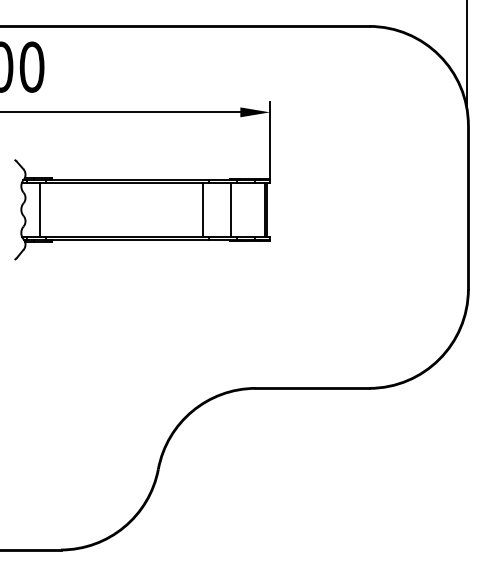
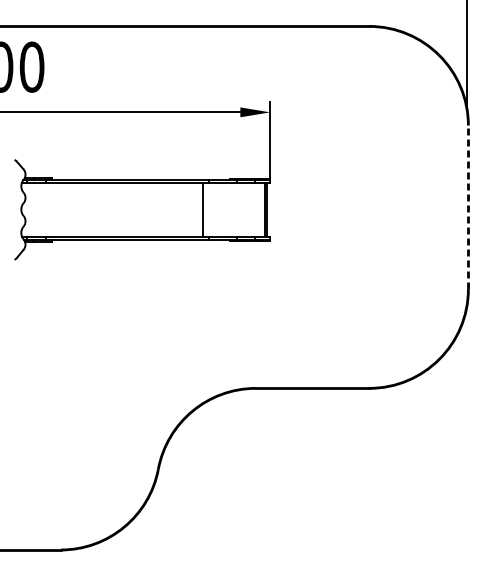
line at (468, 207): solid -> dashed
line at (40, 209): present -> none
line at (231, 209): present -> none
